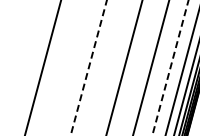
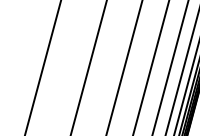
line at (88, 68): dashed -> solid
line at (170, 68): dashed -> solid
